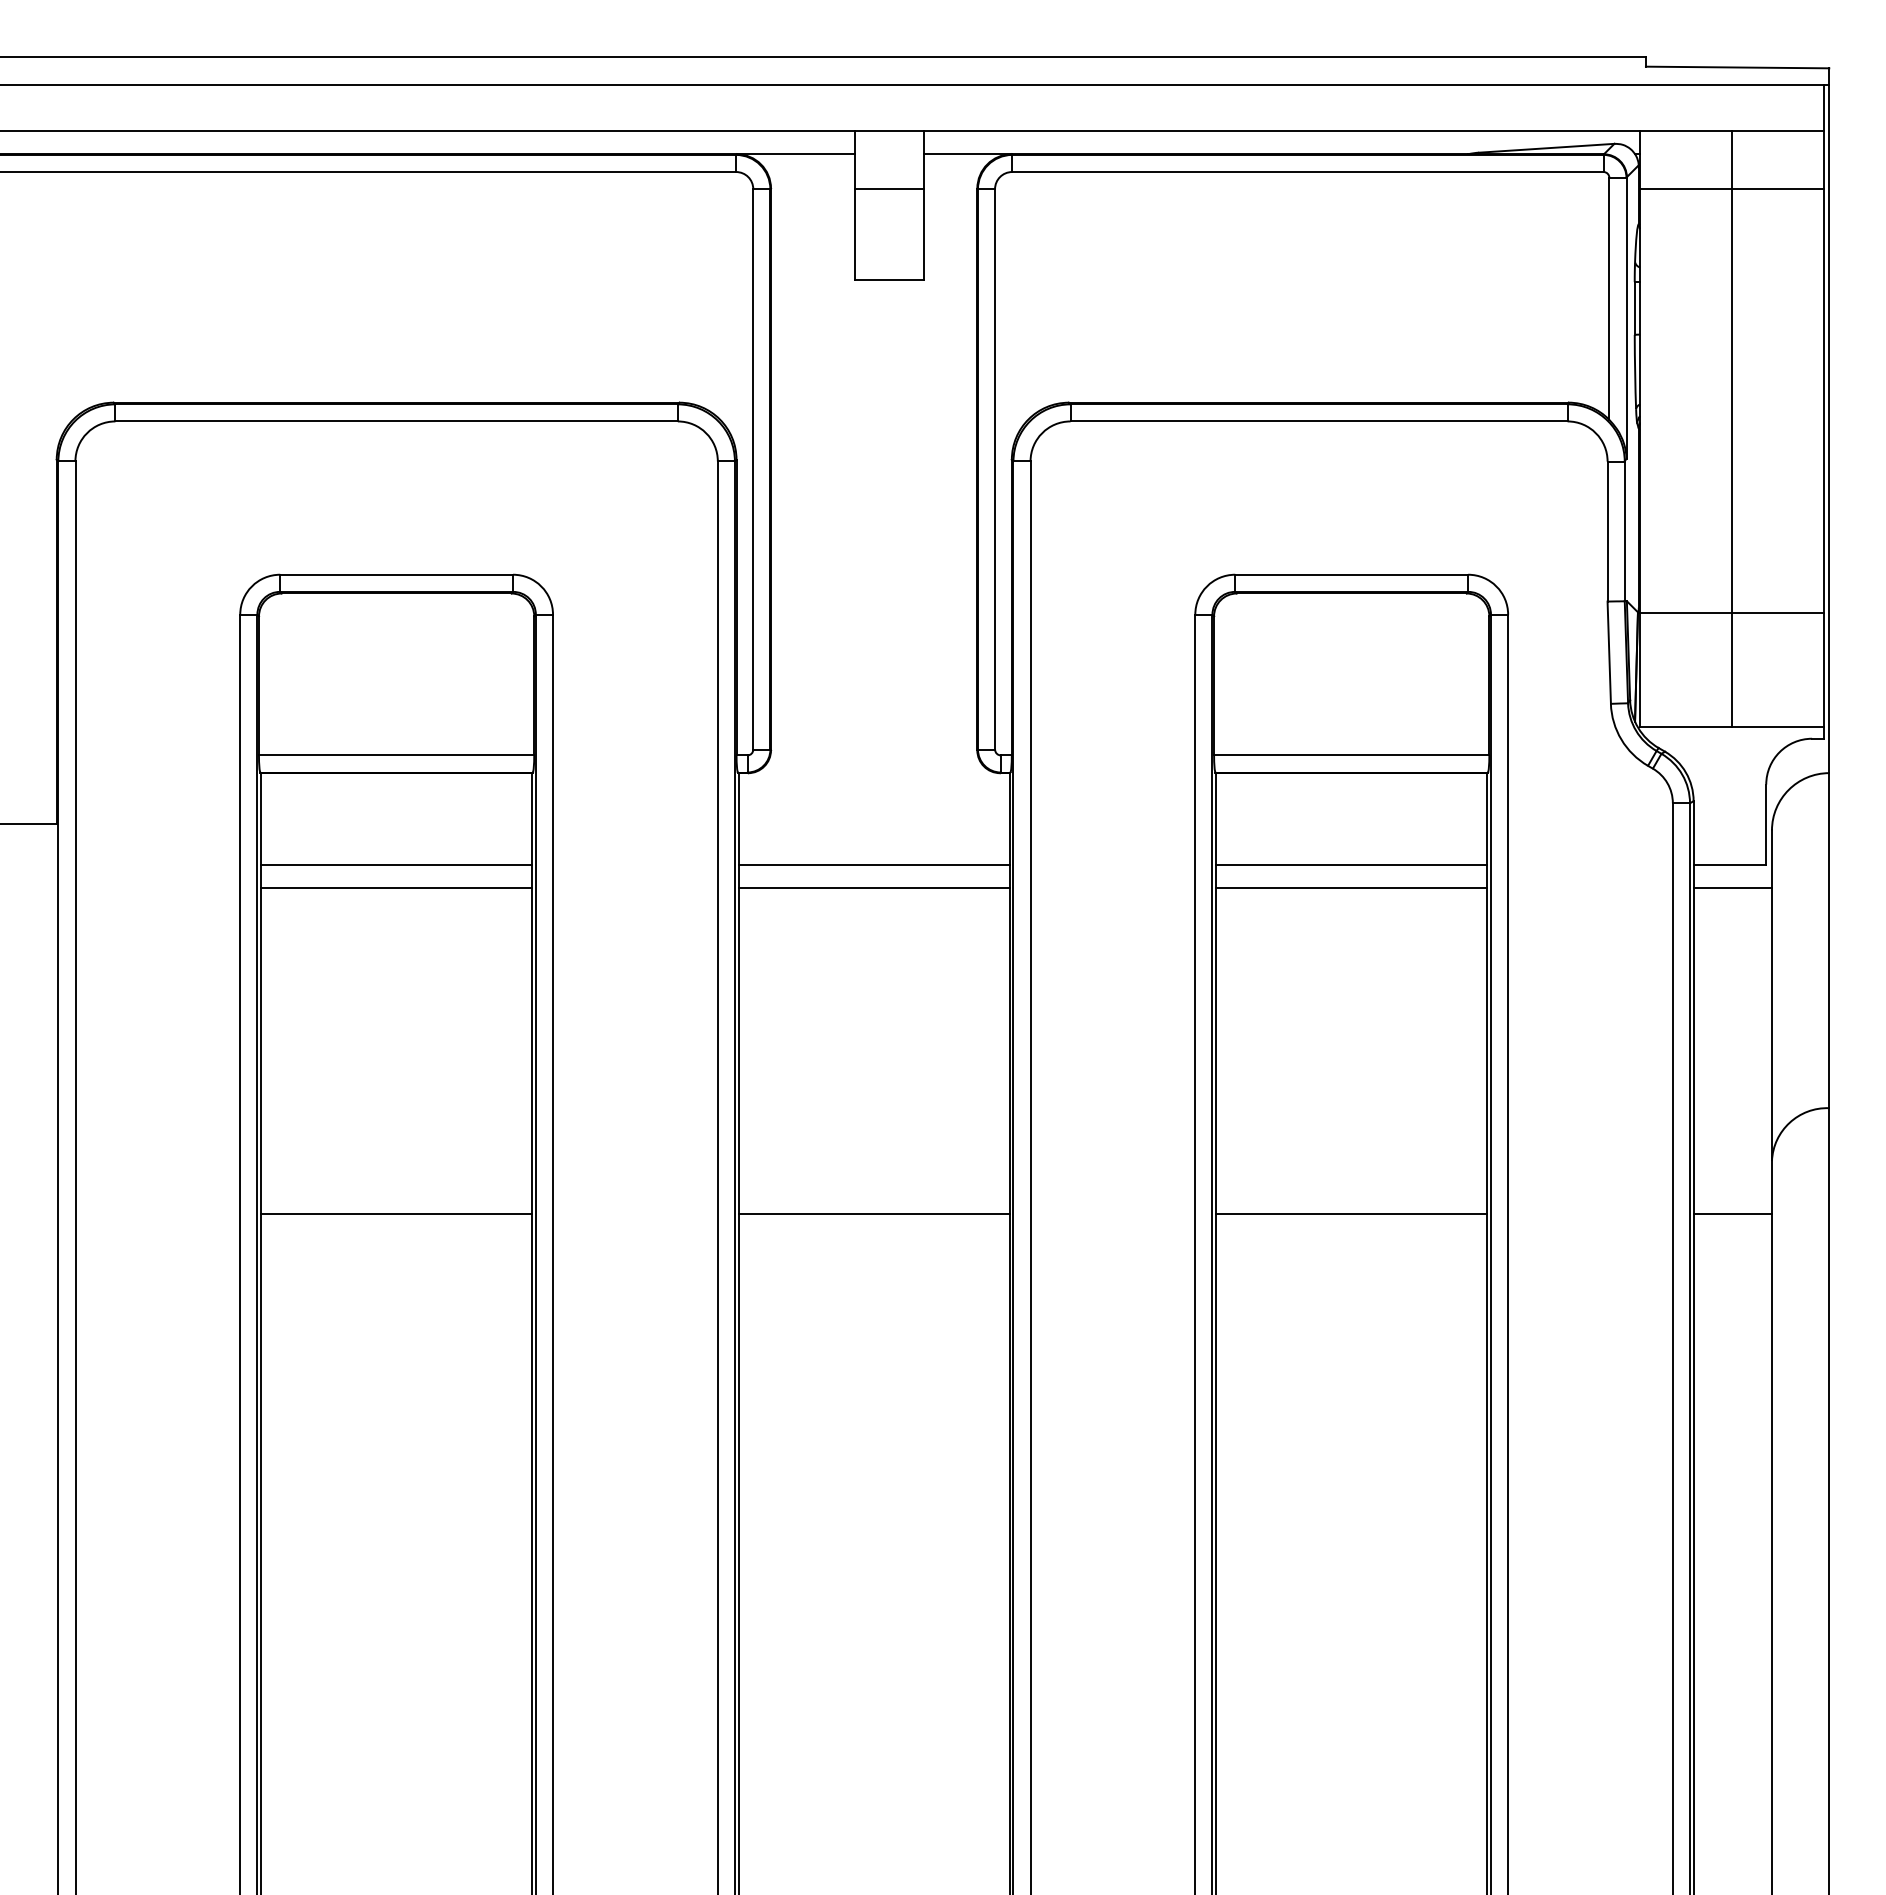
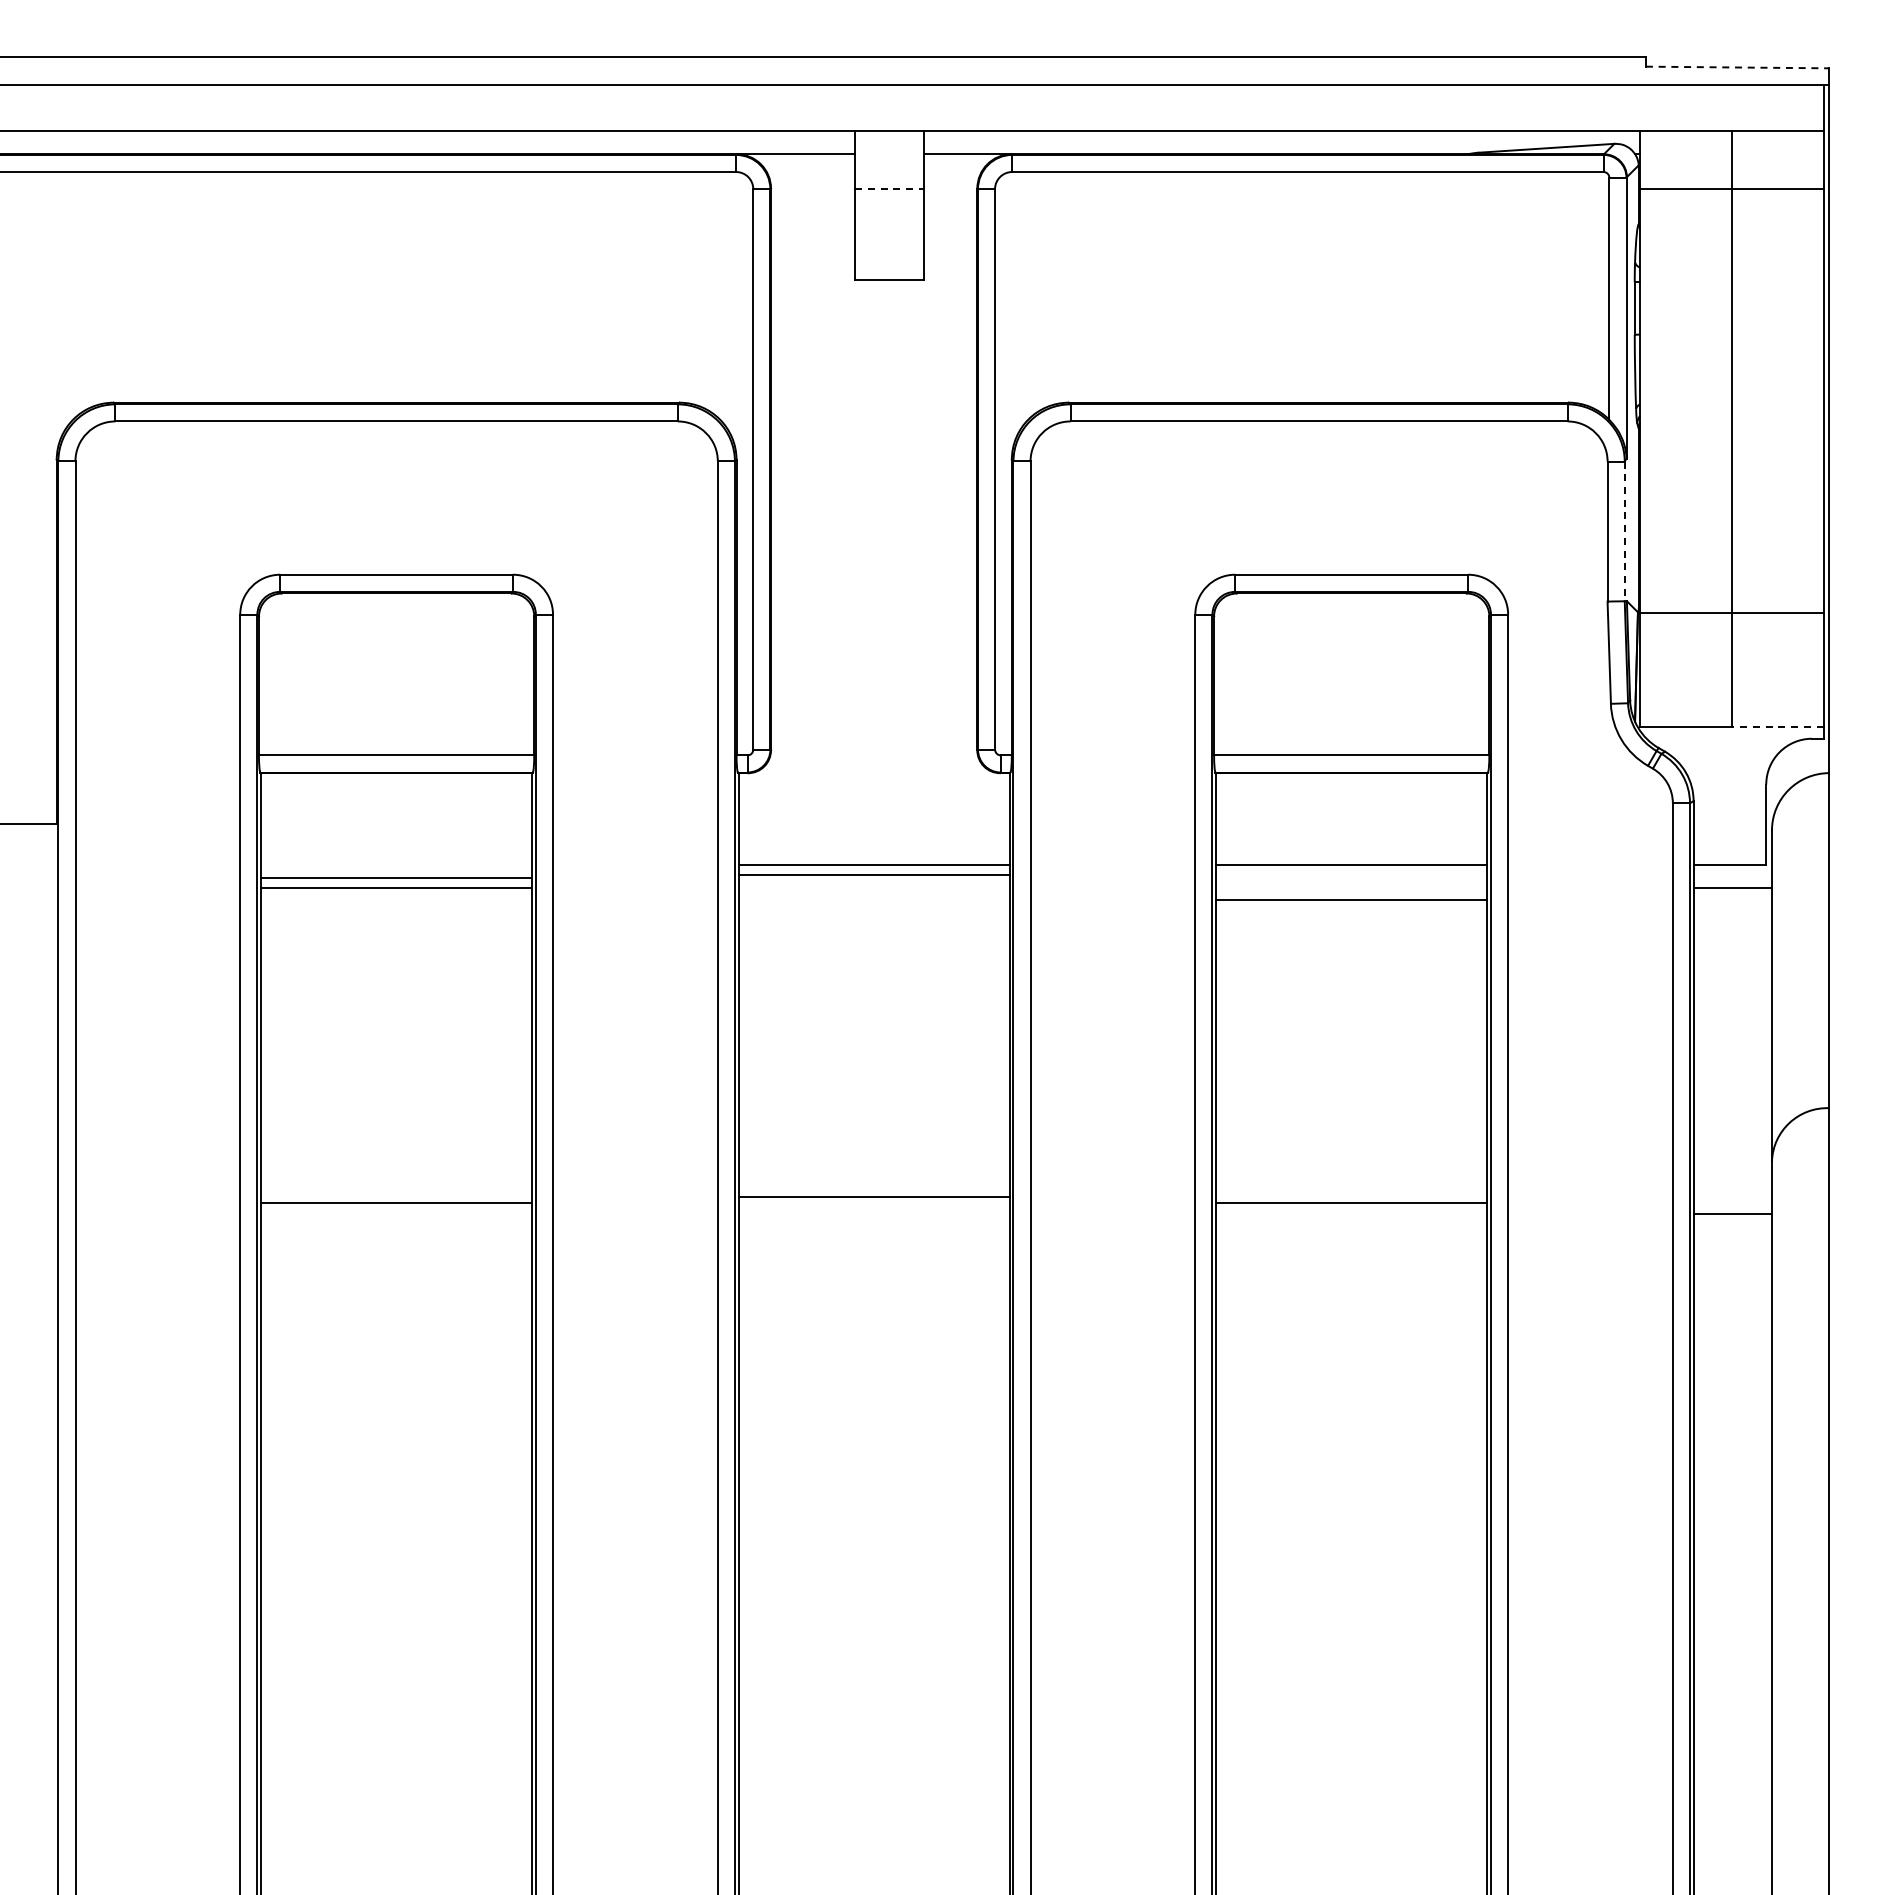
line at (1737, 67): solid -> dashed
line at (889, 188): solid -> dashed
line at (1624, 531): solid -> dashed
line at (1777, 727): solid -> dashed
line at (396, 864) position: (396, 864) -> (396, 877)
line at (873, 887) position: (873, 887) -> (873, 874)
line at (1351, 887) position: (1351, 887) -> (1351, 899)
line at (396, 1213) position: (396, 1213) -> (396, 1202)
line at (873, 1213) position: (873, 1213) -> (873, 1196)
line at (1351, 1213) position: (1351, 1213) -> (1351, 1202)
